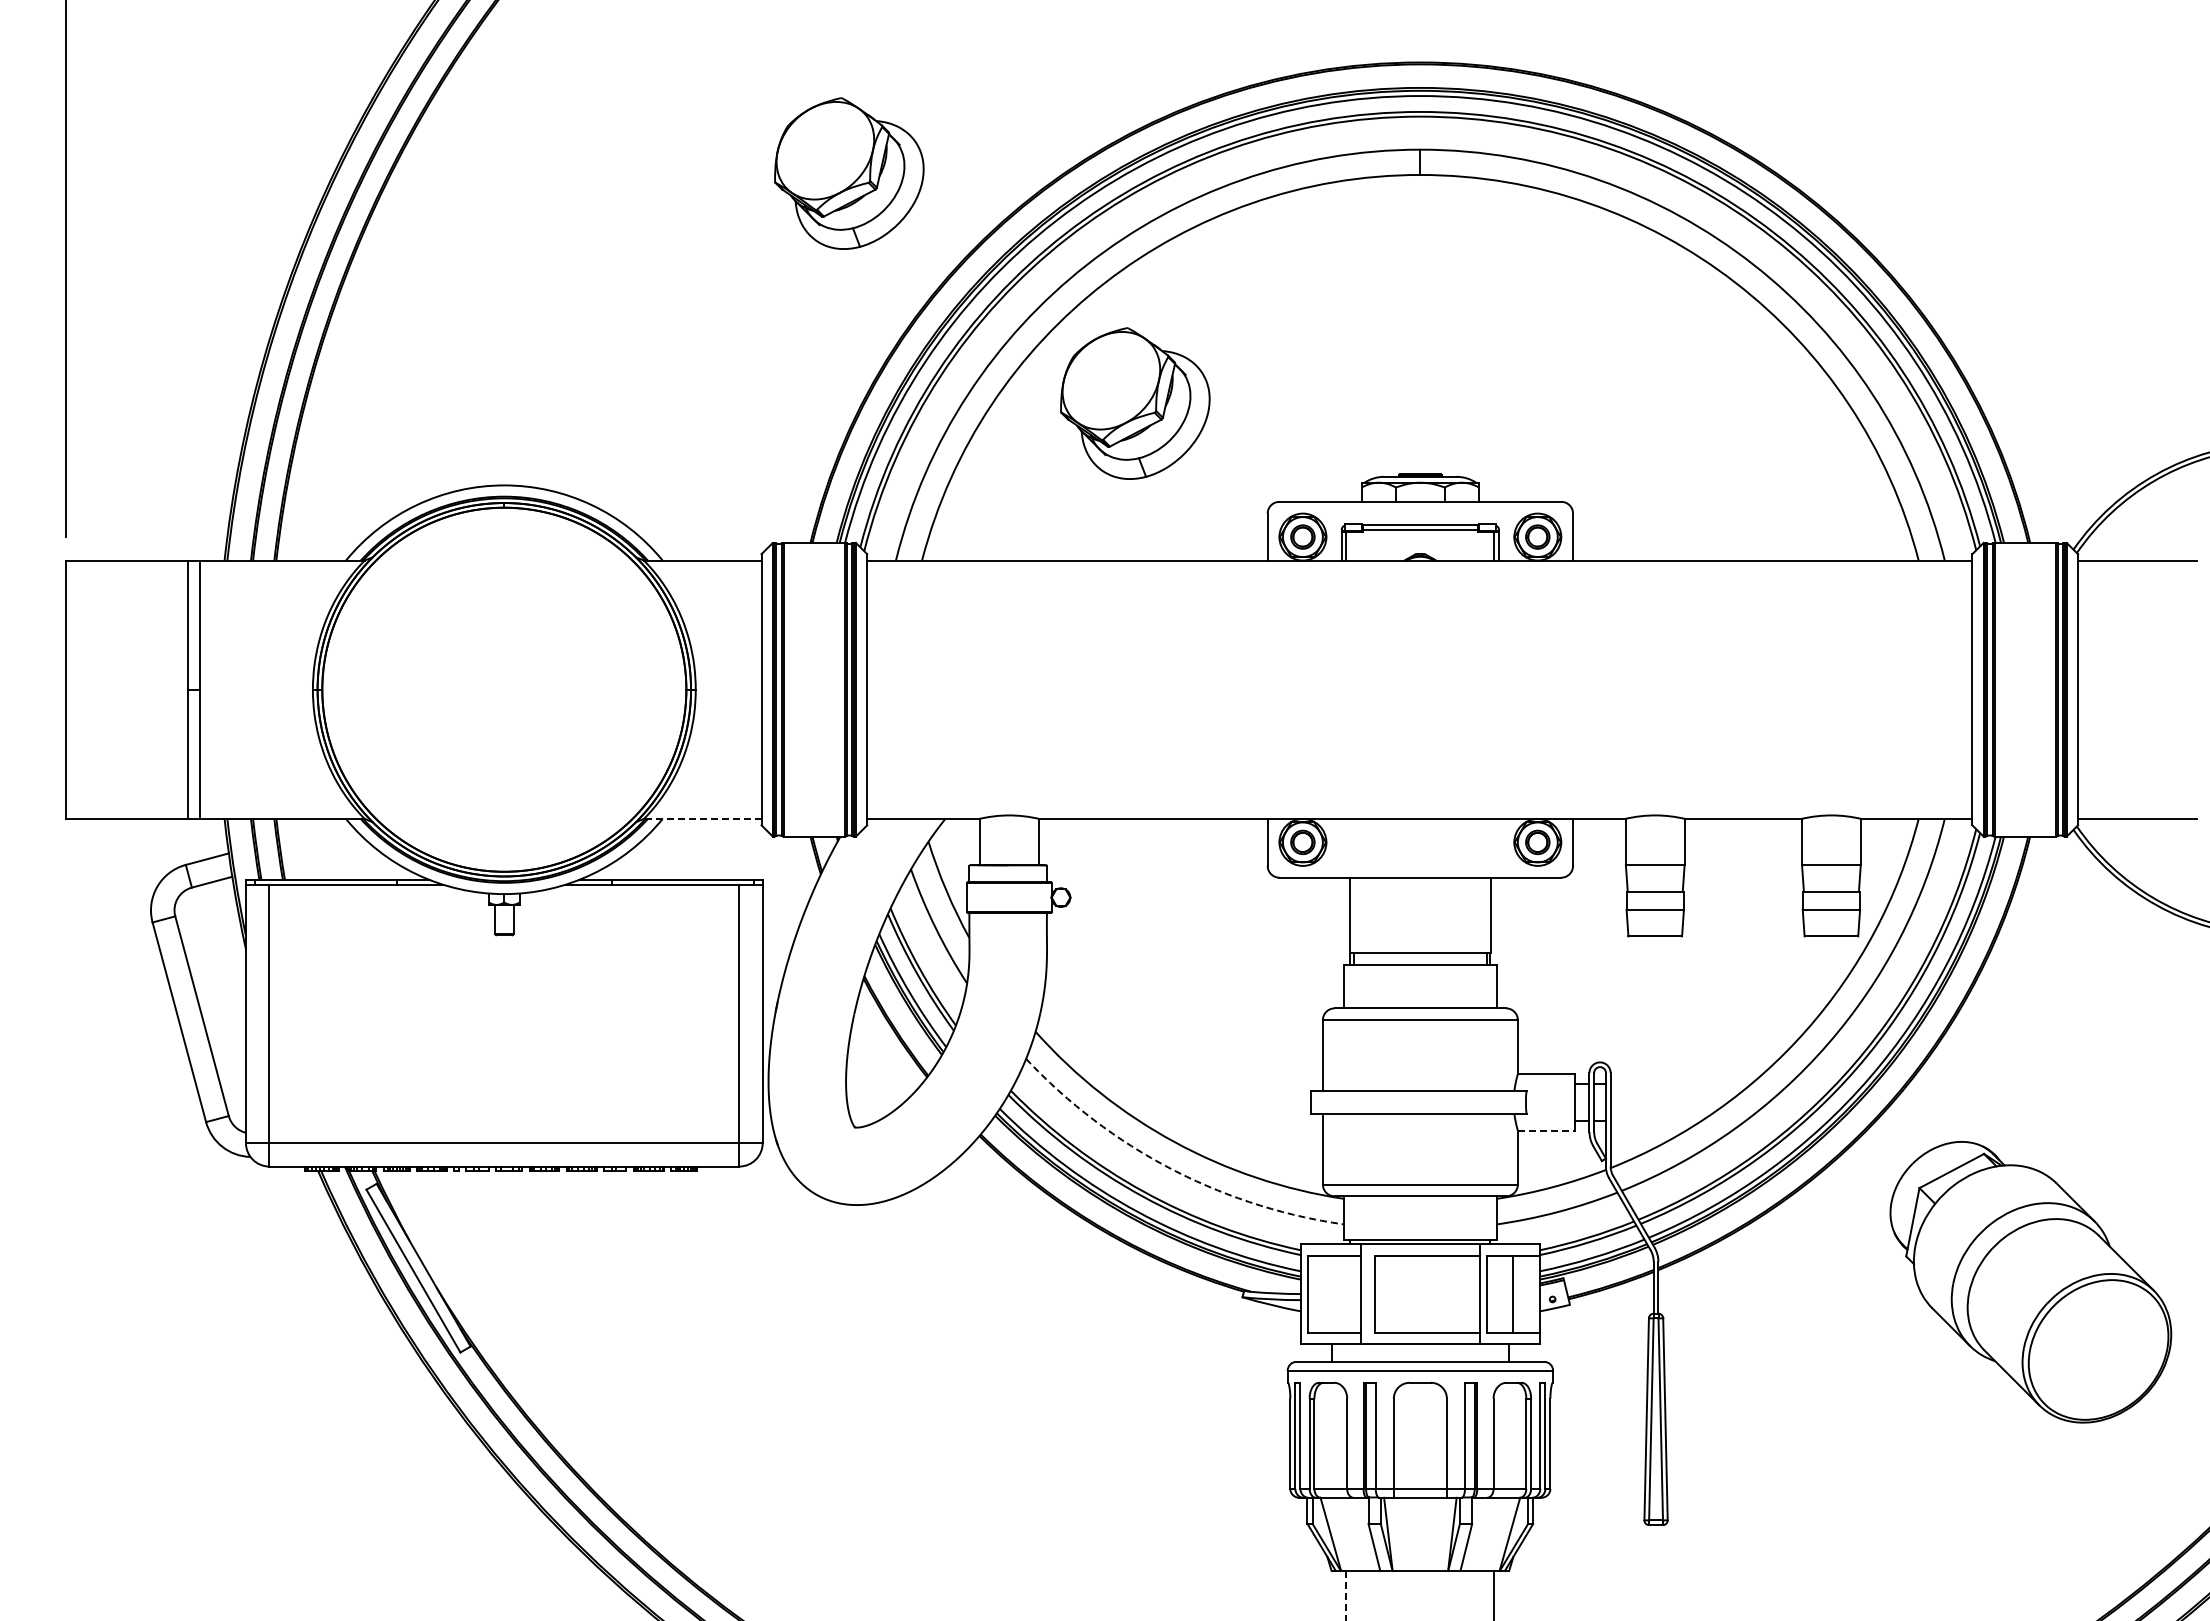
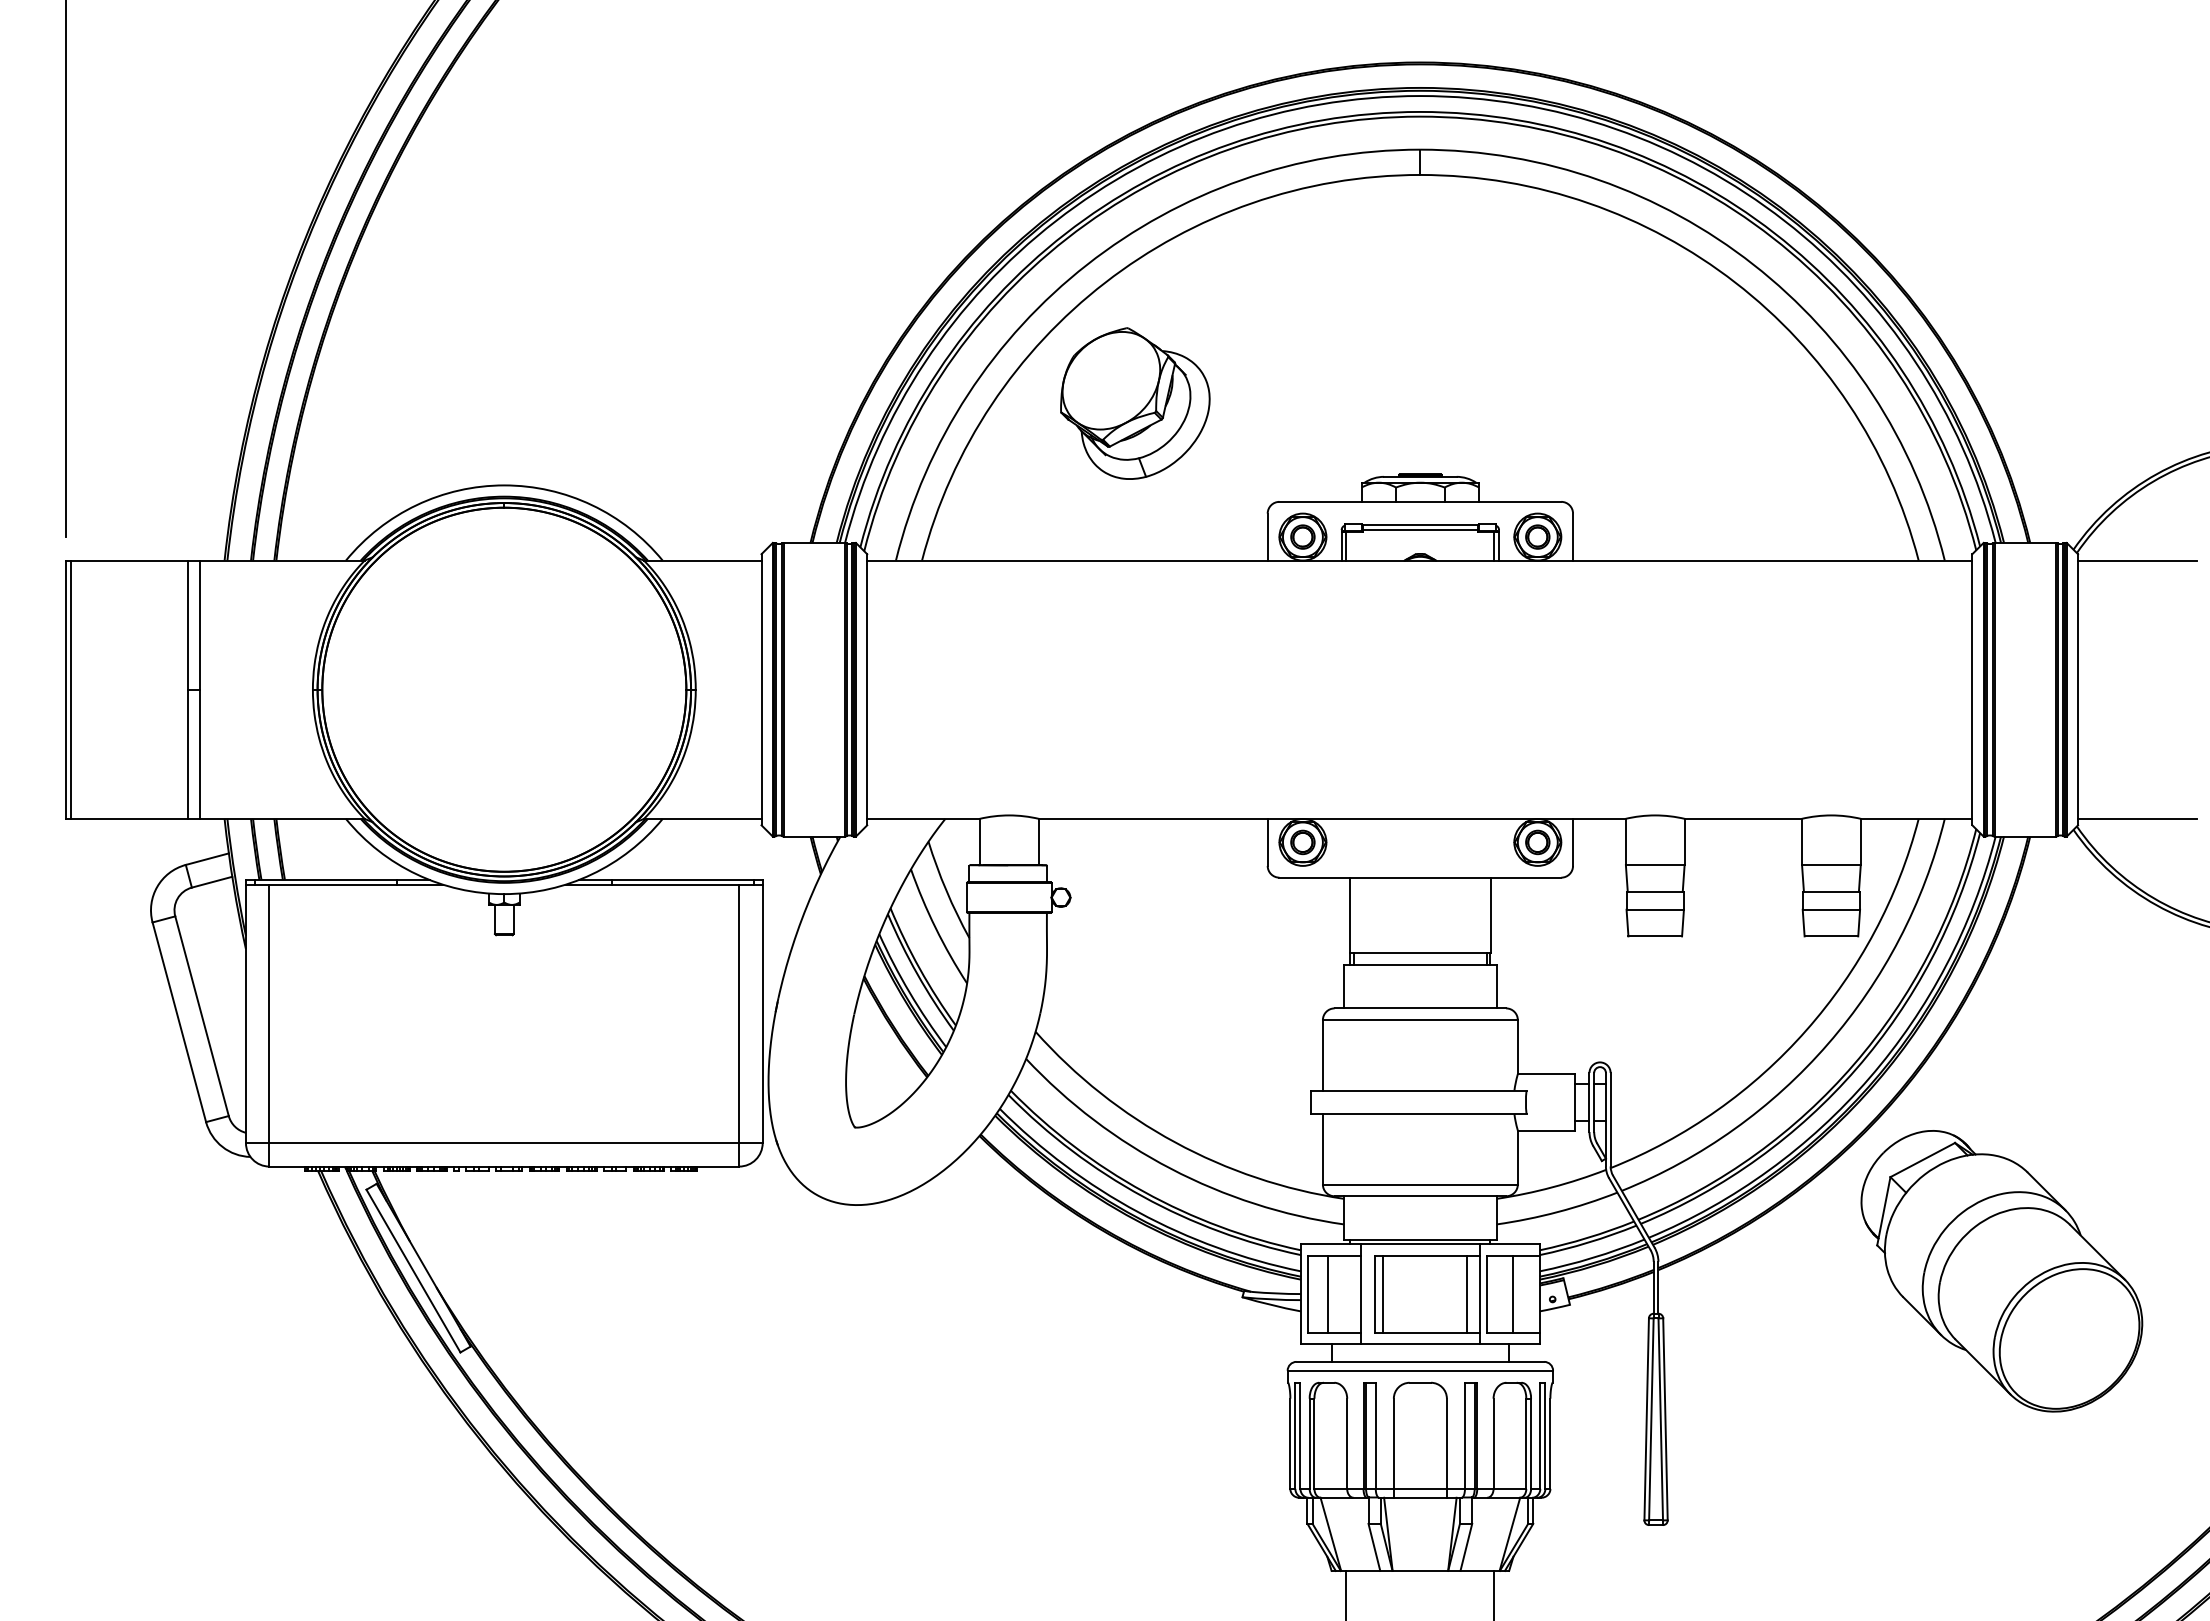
part at (849, 173): present -> none
line at (70, 689): none -> present
line at (702, 818): dashed -> solid
line at (1546, 1130): dashed -> solid
arc at (1170, 1168): dashed -> solid
part at (2030, 1282) position: (2030, 1282) -> (2001, 1271)
line at (1328, 1294): none -> present
line at (1383, 1294): none -> present
line at (1466, 1294): none -> present
line at (1346, 1595): dashed -> solid
